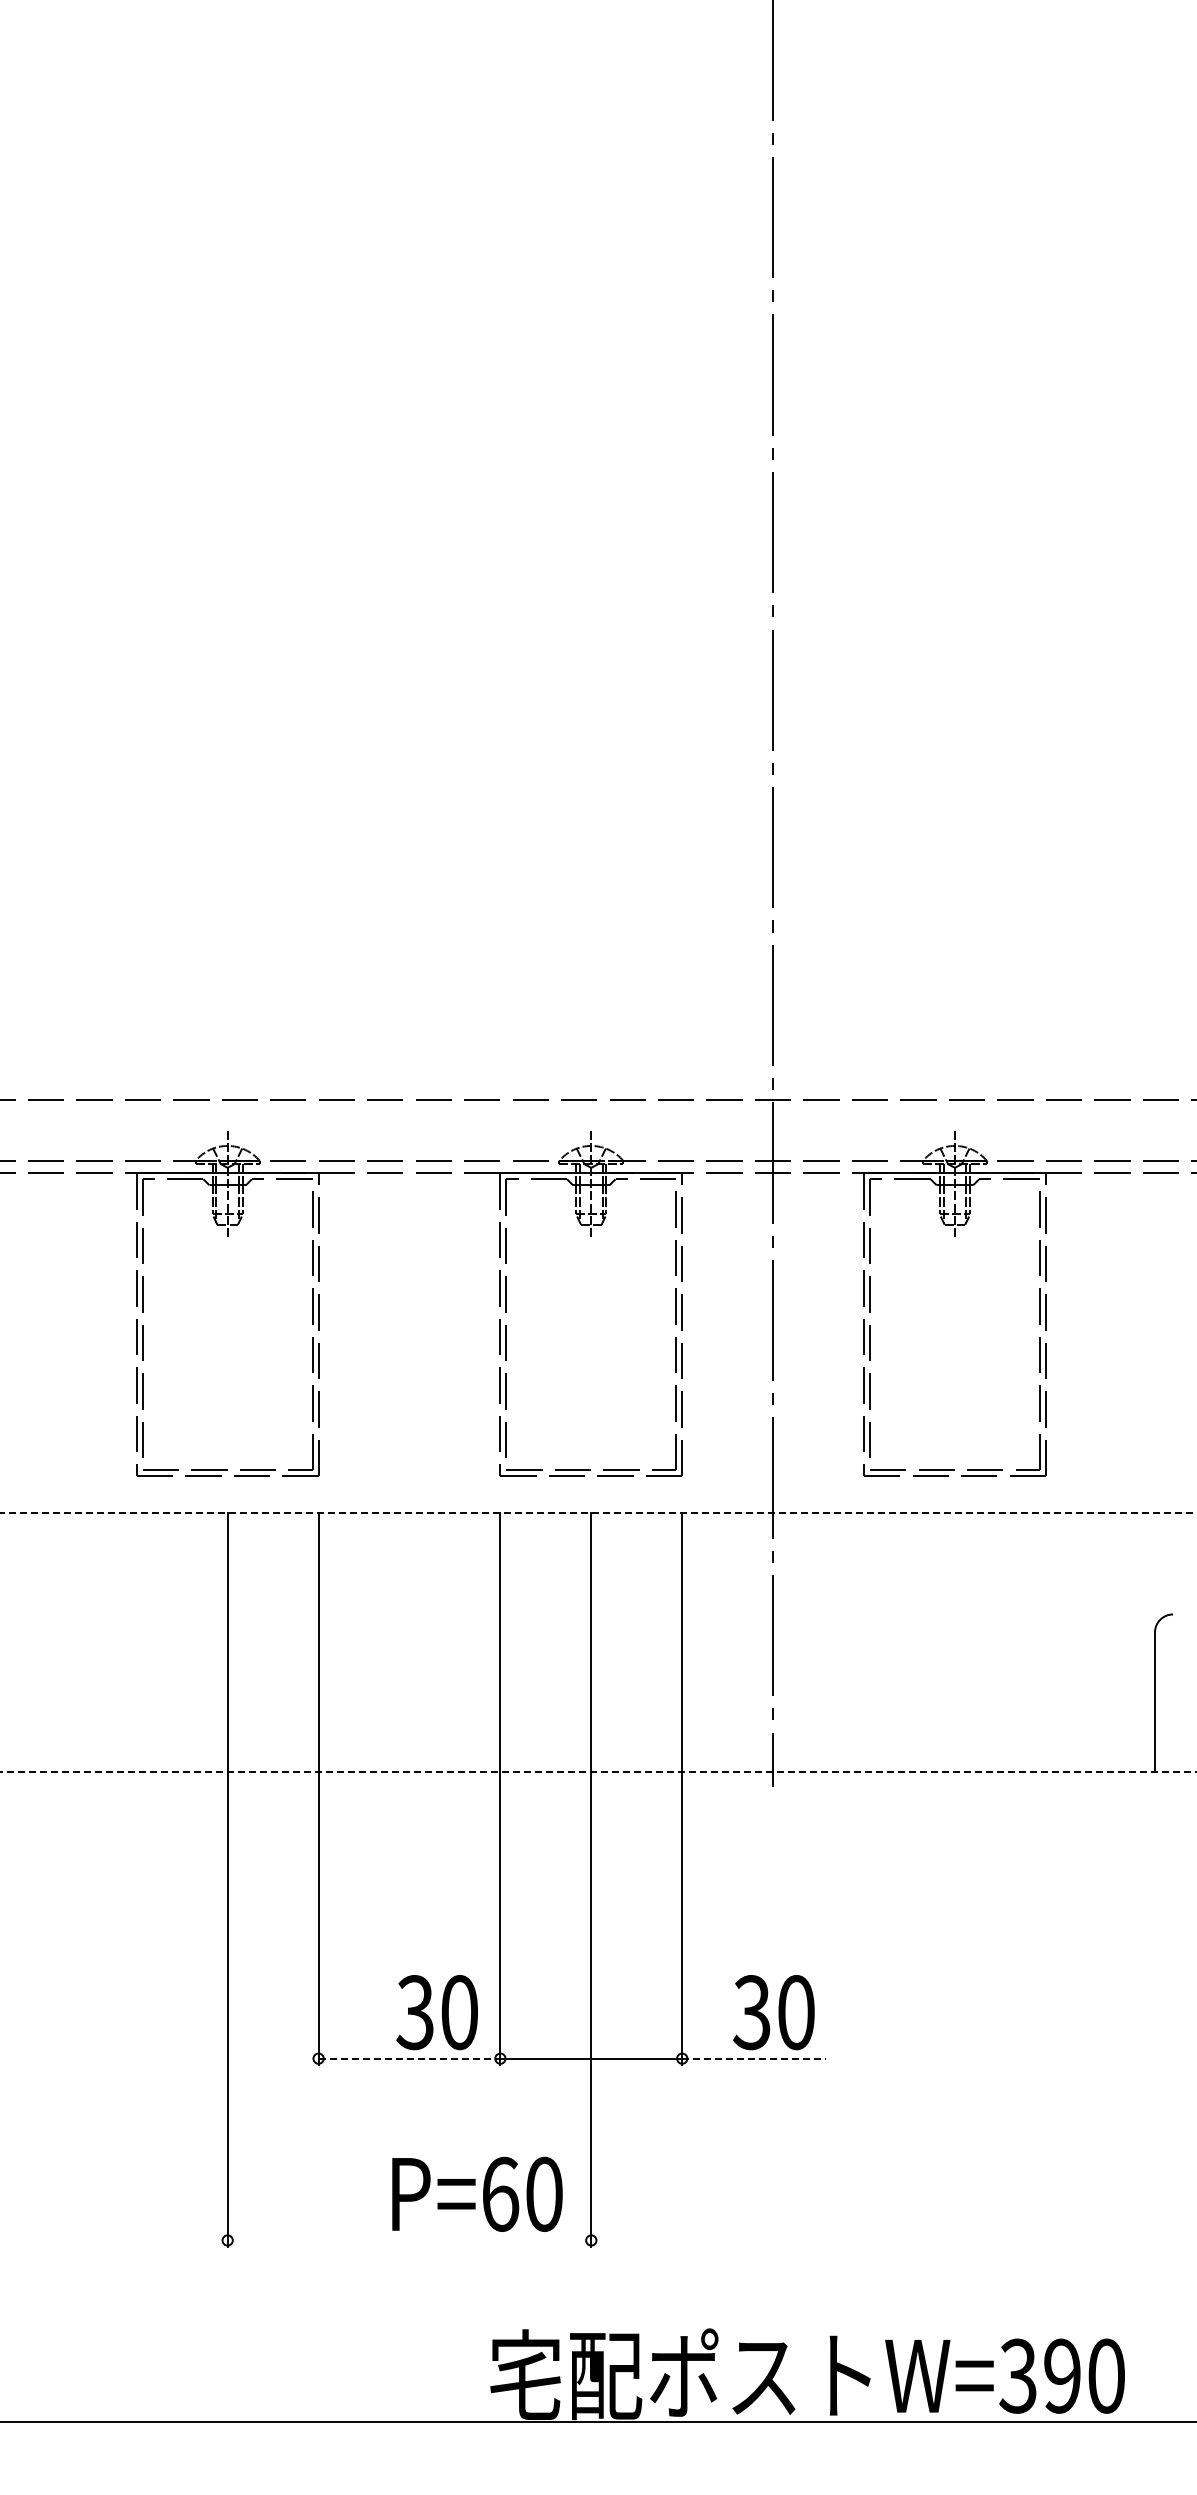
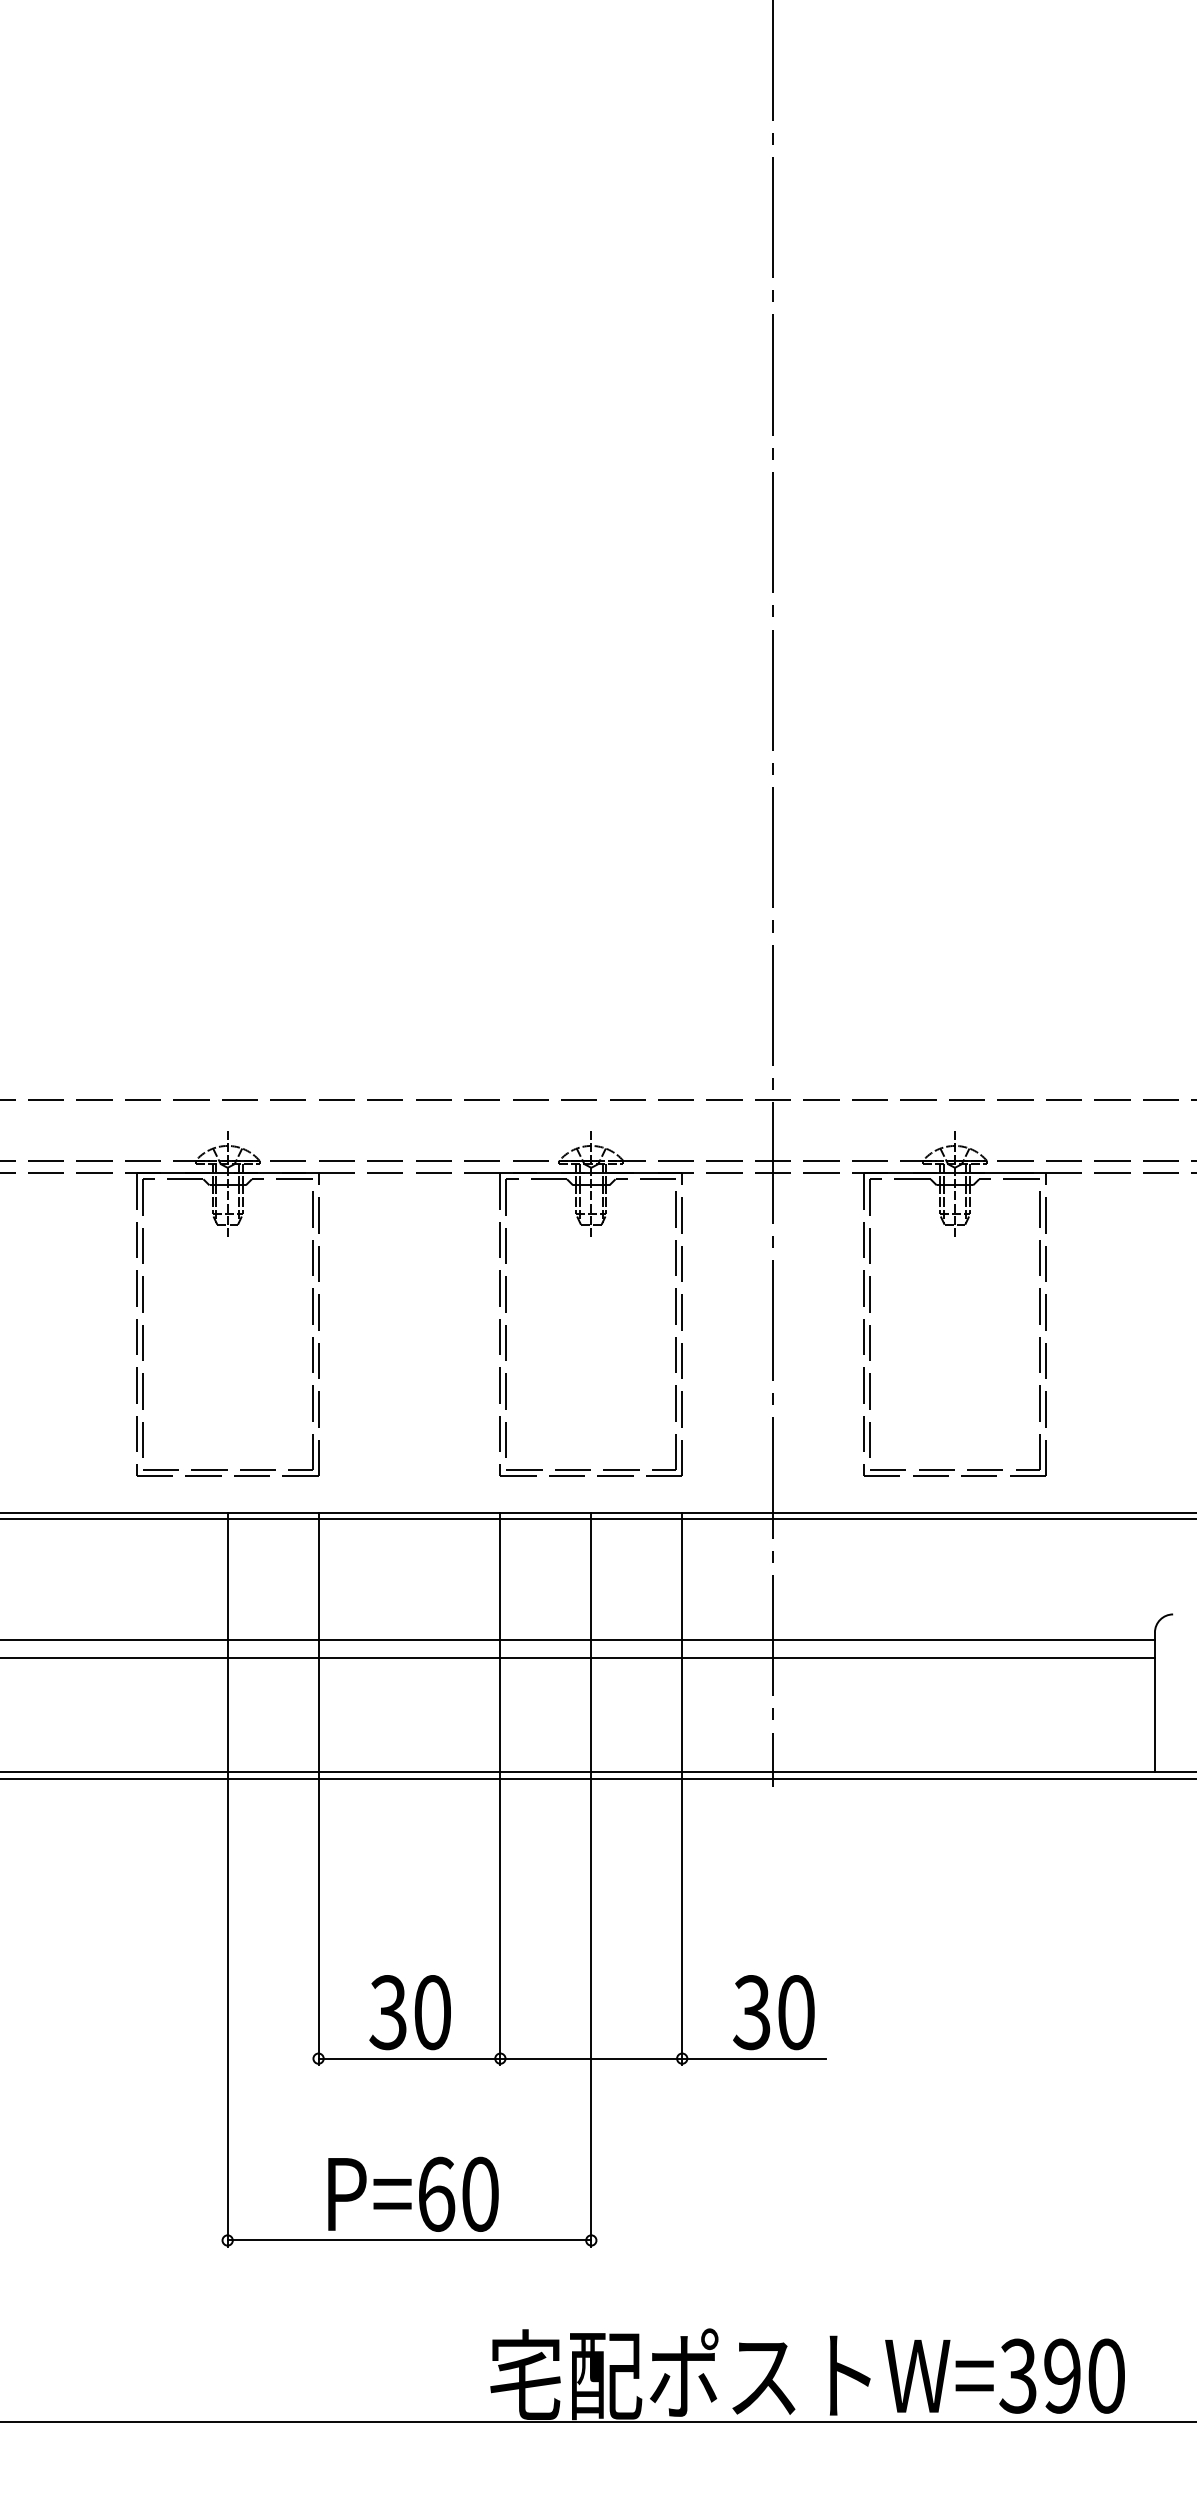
line at (598, 1513): dashed -> solid
line at (597, 1519): none -> present
line at (578, 1640): none -> present
line at (578, 1658): none -> present
line at (598, 1772): dashed -> solid
line at (597, 1779): none -> present
text at (436, 2012) position: (436, 2012) -> (409, 2012)
line at (409, 2058): dashed -> solid
line at (753, 2058): dashed -> solid
text at (477, 2193) position: (477, 2193) -> (413, 2193)
line at (409, 2240): none -> present
